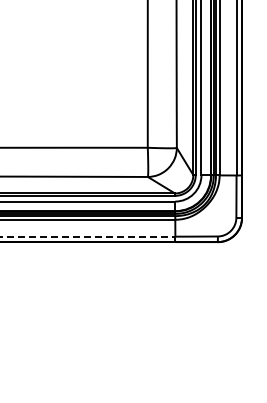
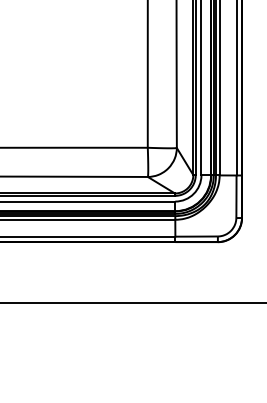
line at (88, 236): dashed -> solid
line at (132, 303): none -> present
